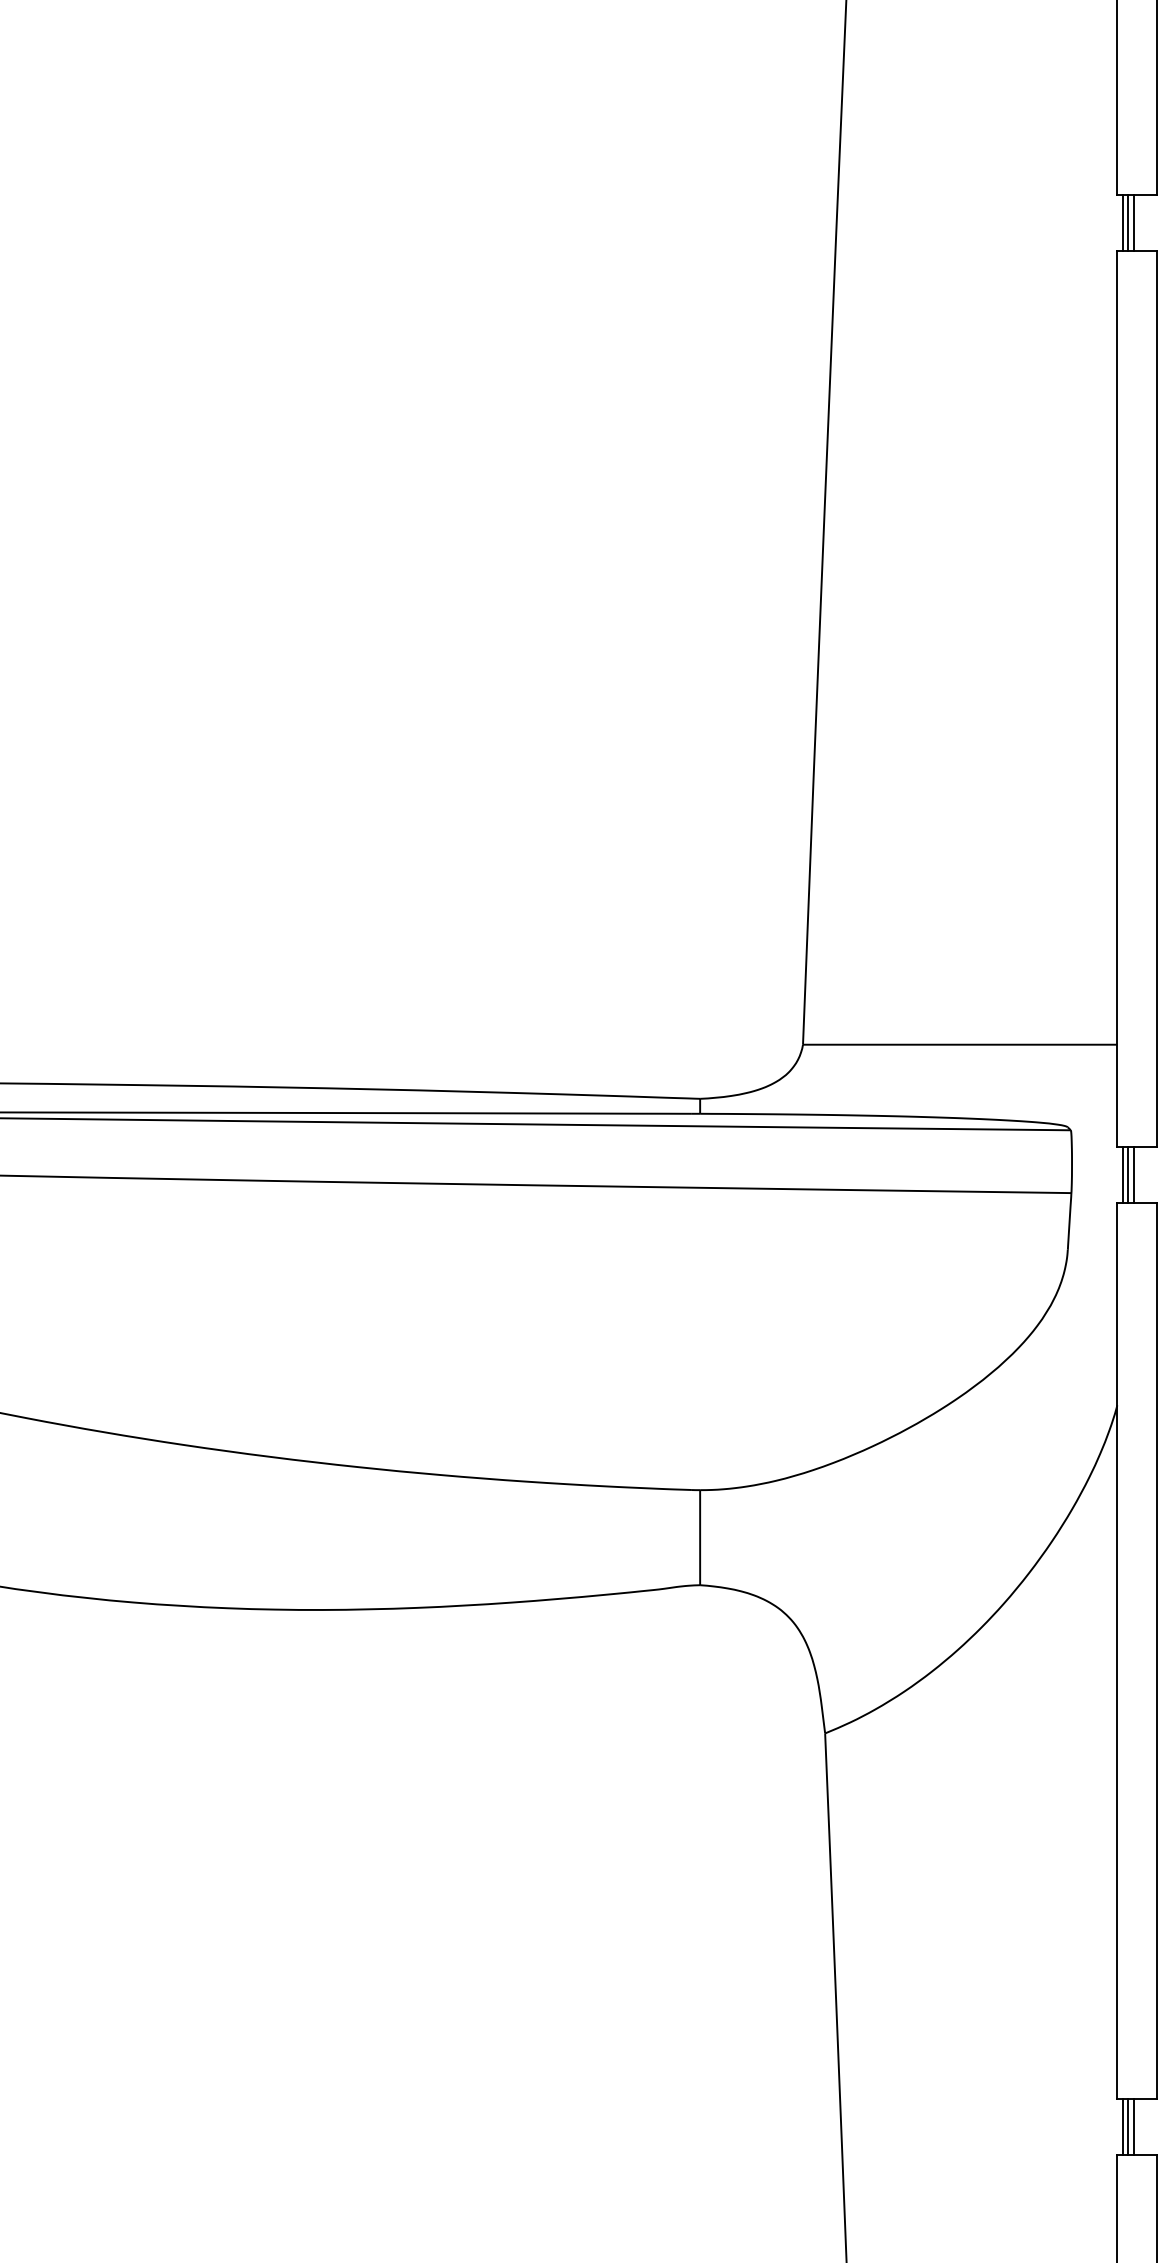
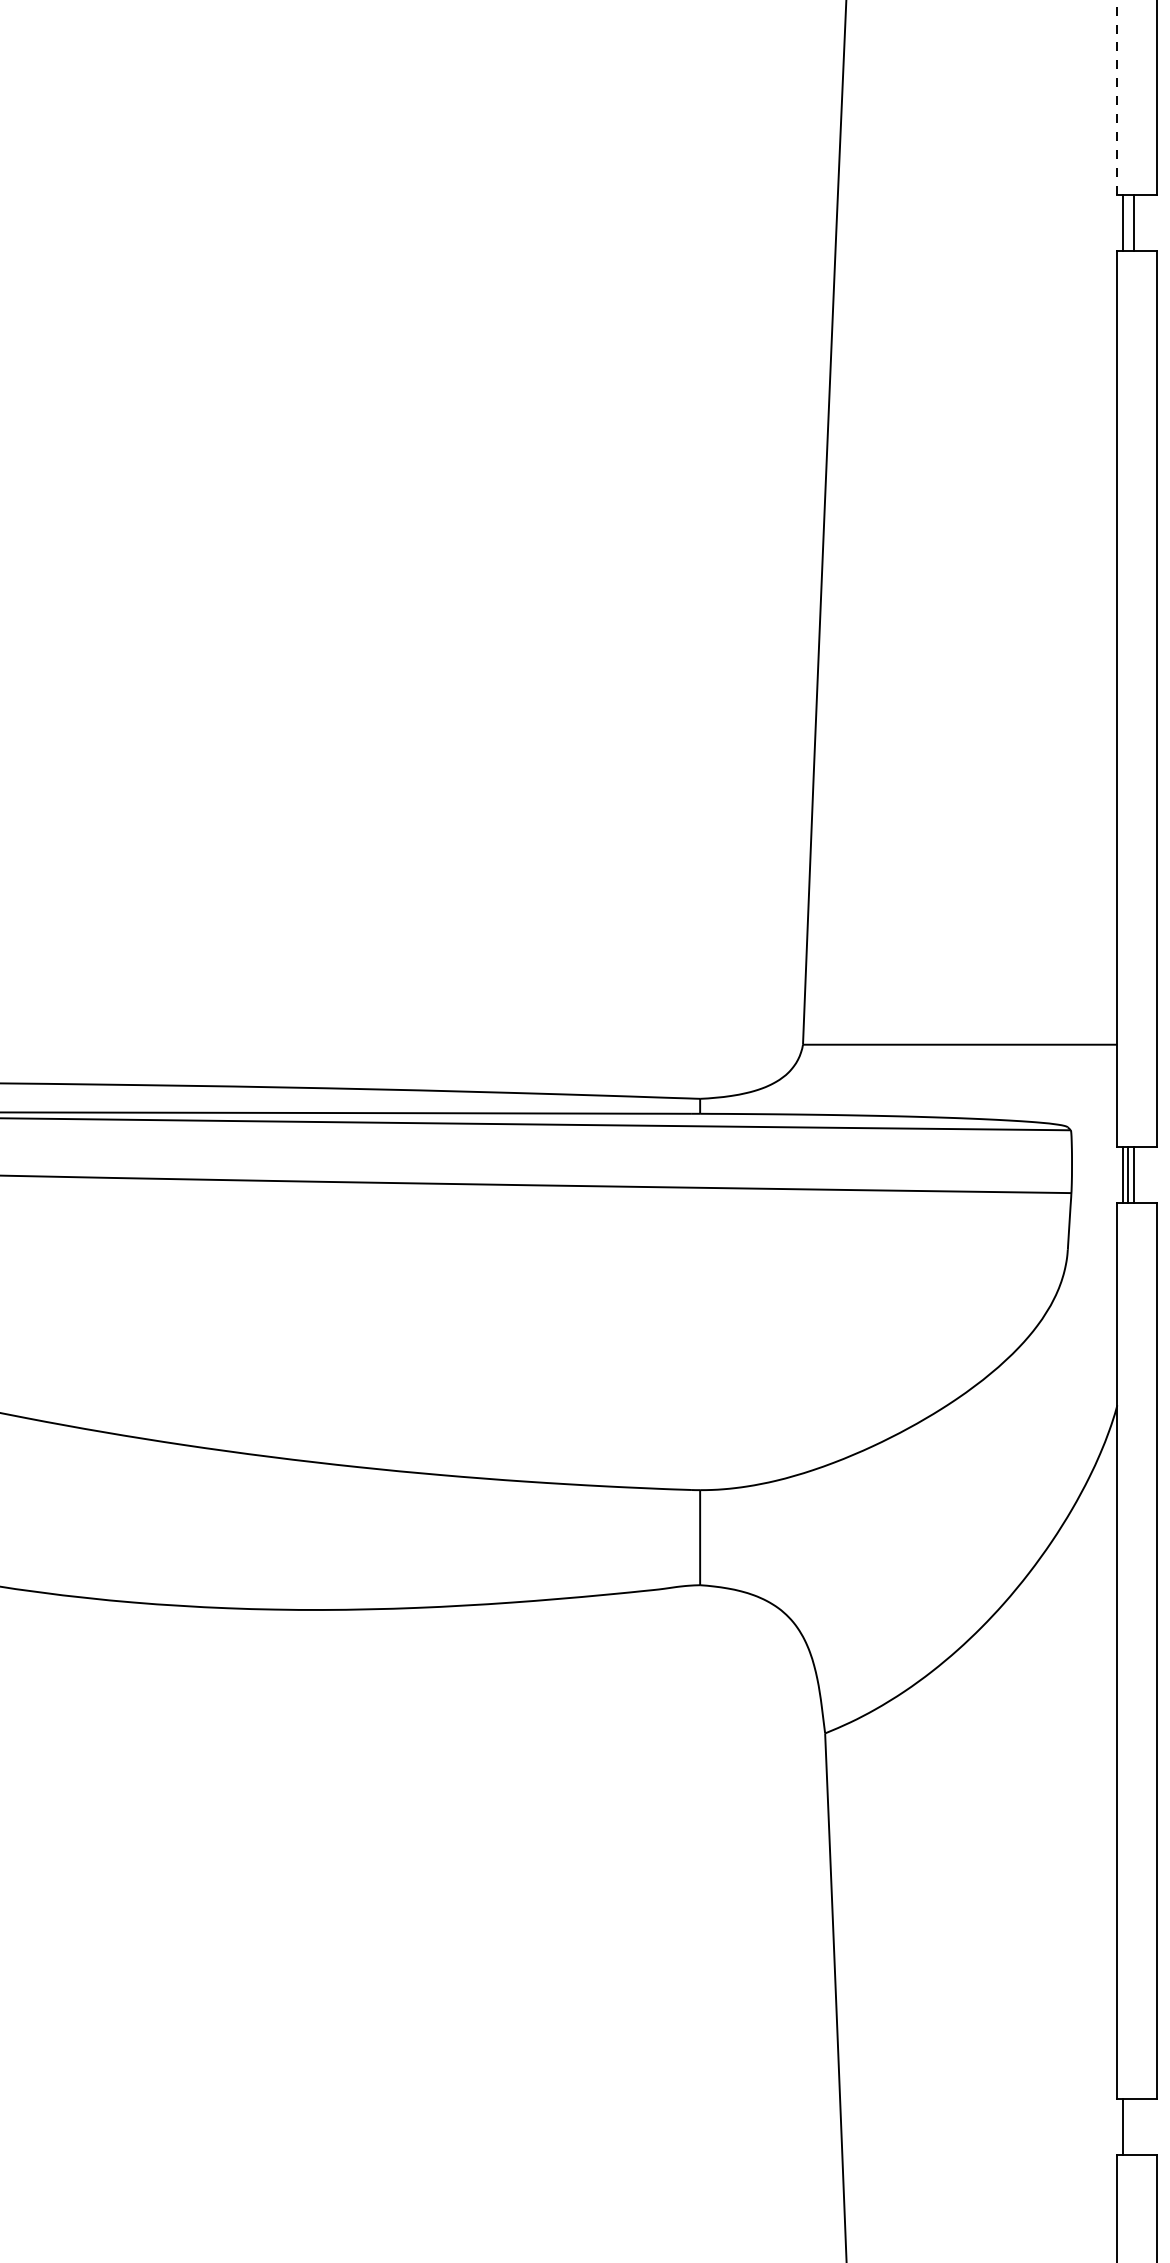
line at (1117, 96): solid -> dashed
line at (1128, 222): present -> none
line at (1128, 2126): present -> none
line at (1133, 2126): present -> none
